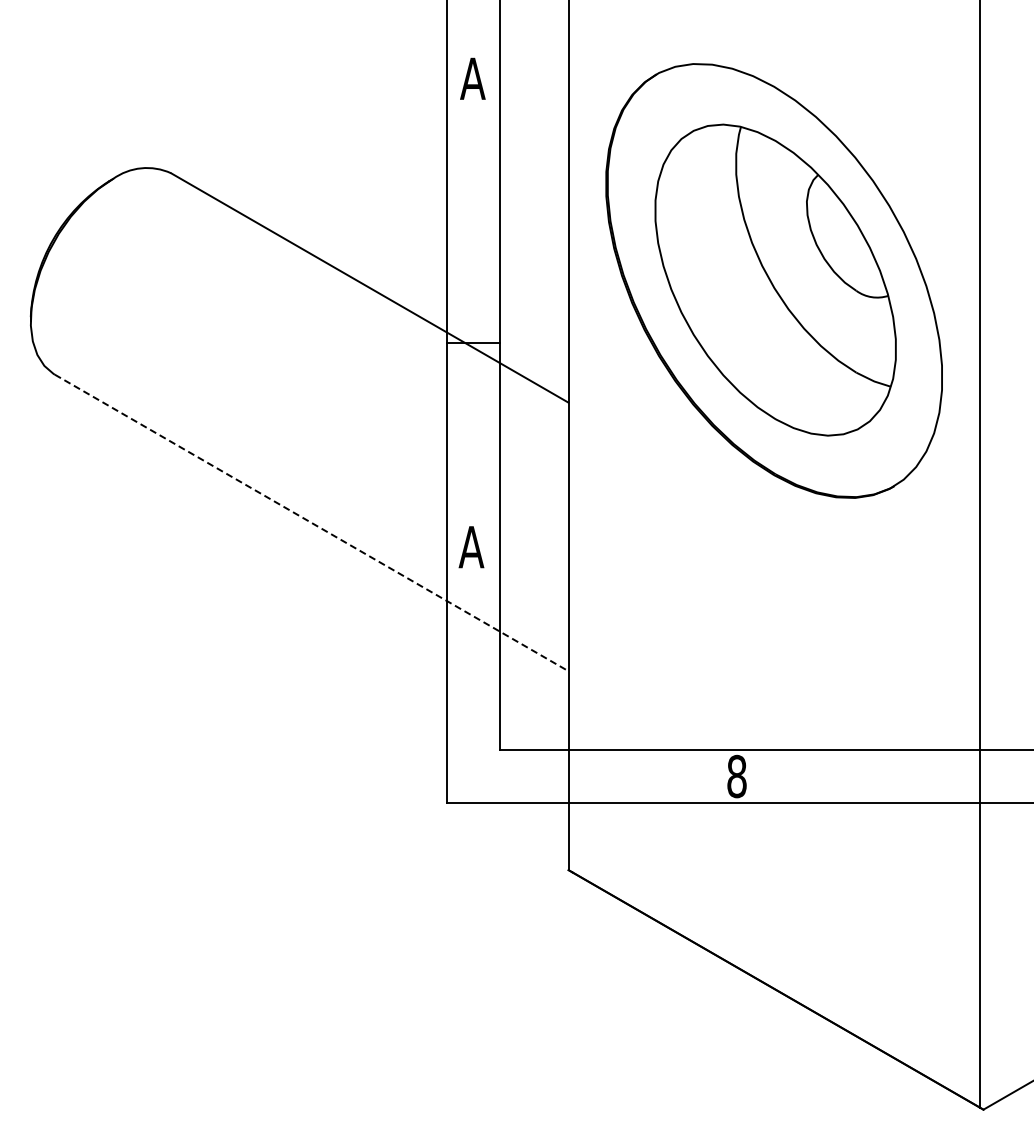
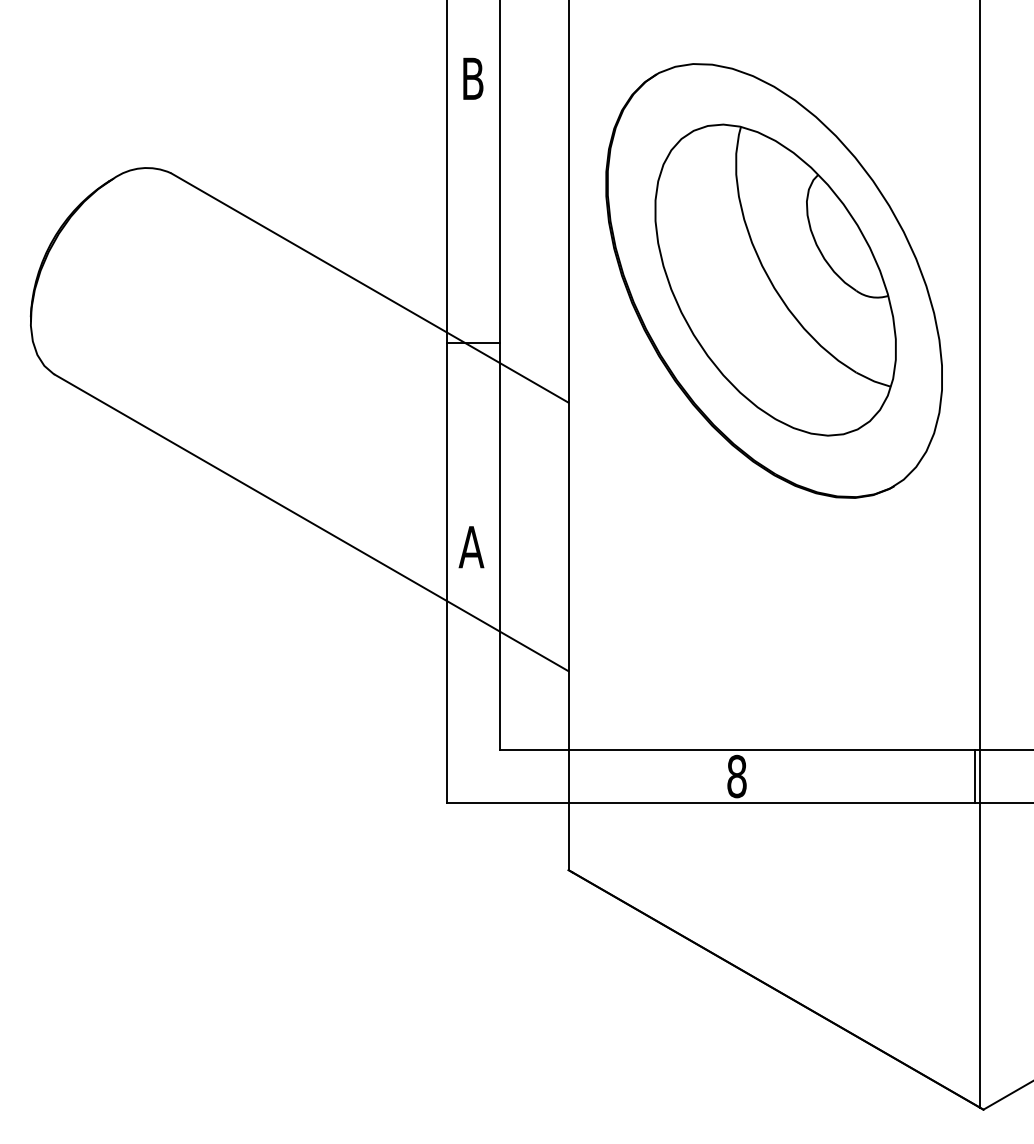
text at (472, 78): A -> B
line at (311, 522): dashed -> solid
line at (975, 776): none -> present
